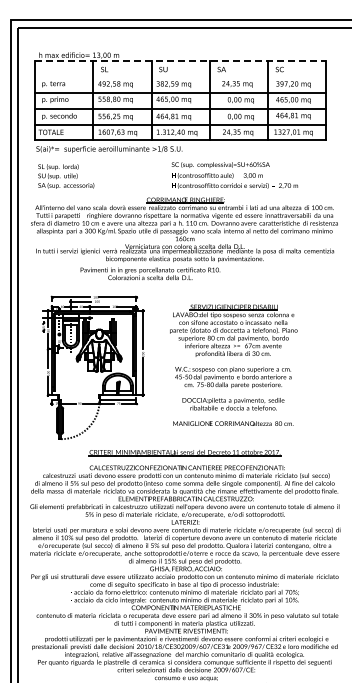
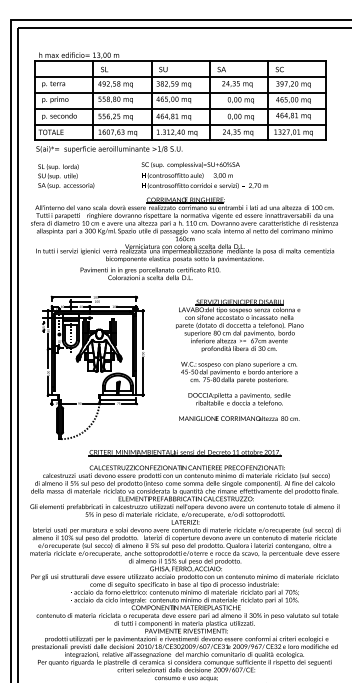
line at (181, 61): dashed -> solid
line at (180, 77): none -> present
text at (234, 175) position: (234, 175) -> (204, 175)
part at (233, 364) position: (233, 364) -> (239, 359)
